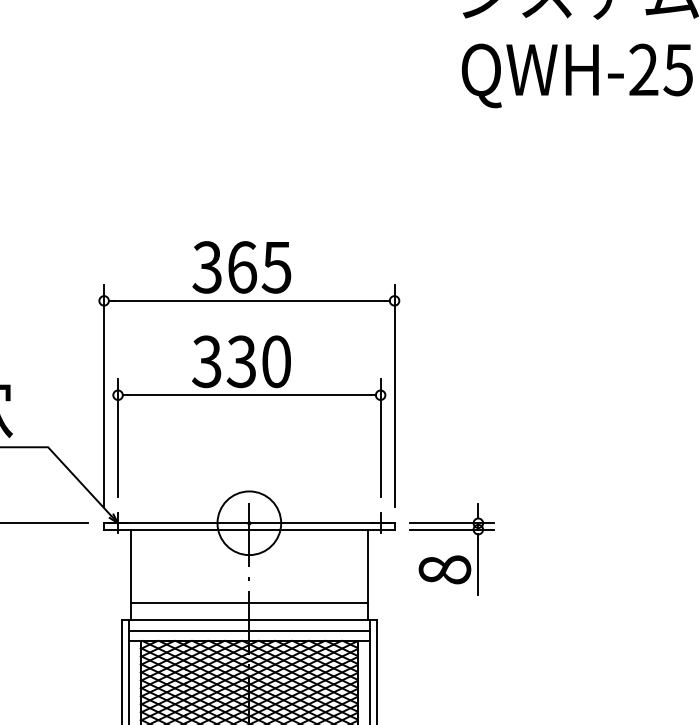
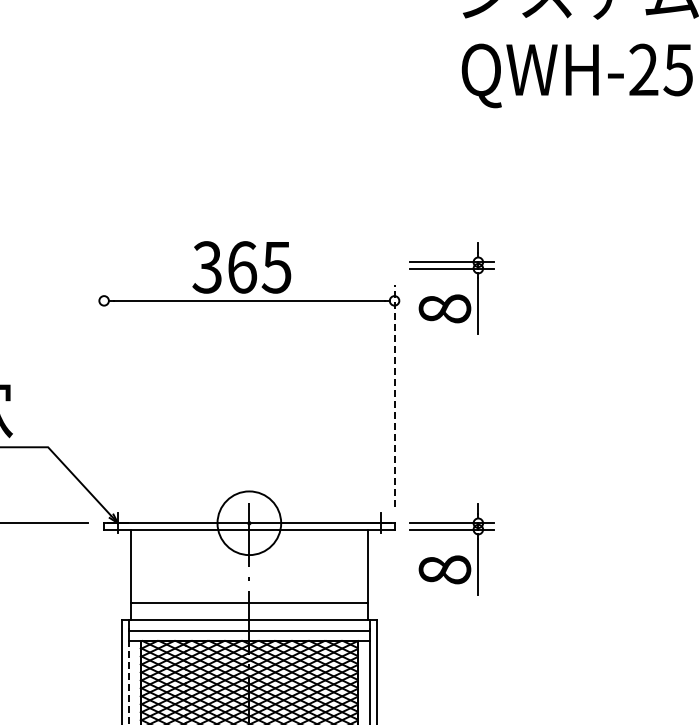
part at (454, 294): none -> present
line at (104, 395): present -> none
part at (249, 395): present -> none
line at (394, 395): solid -> dashed
line at (129, 682): solid -> dashed
